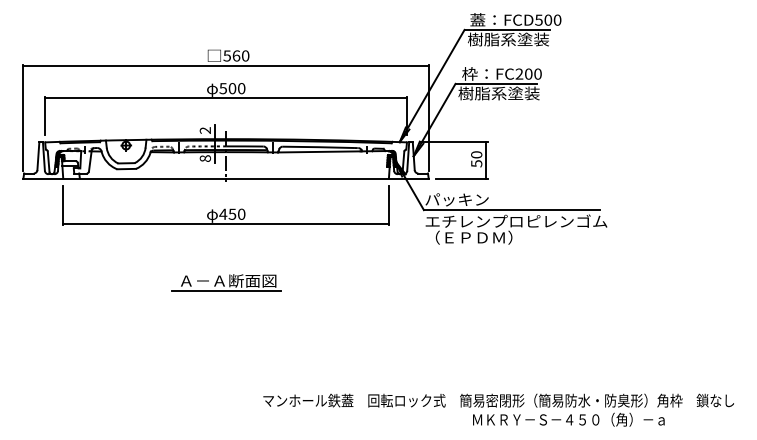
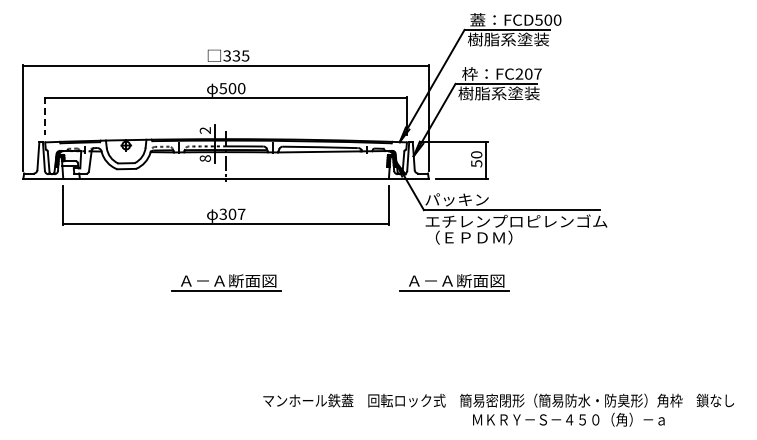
text at (236, 55): 560 -> 335
text at (537, 73): FC200 -> FC207
line at (45, 116): solid -> dashed
text at (232, 213): 450 -> 307
part at (454, 282): none -> present
